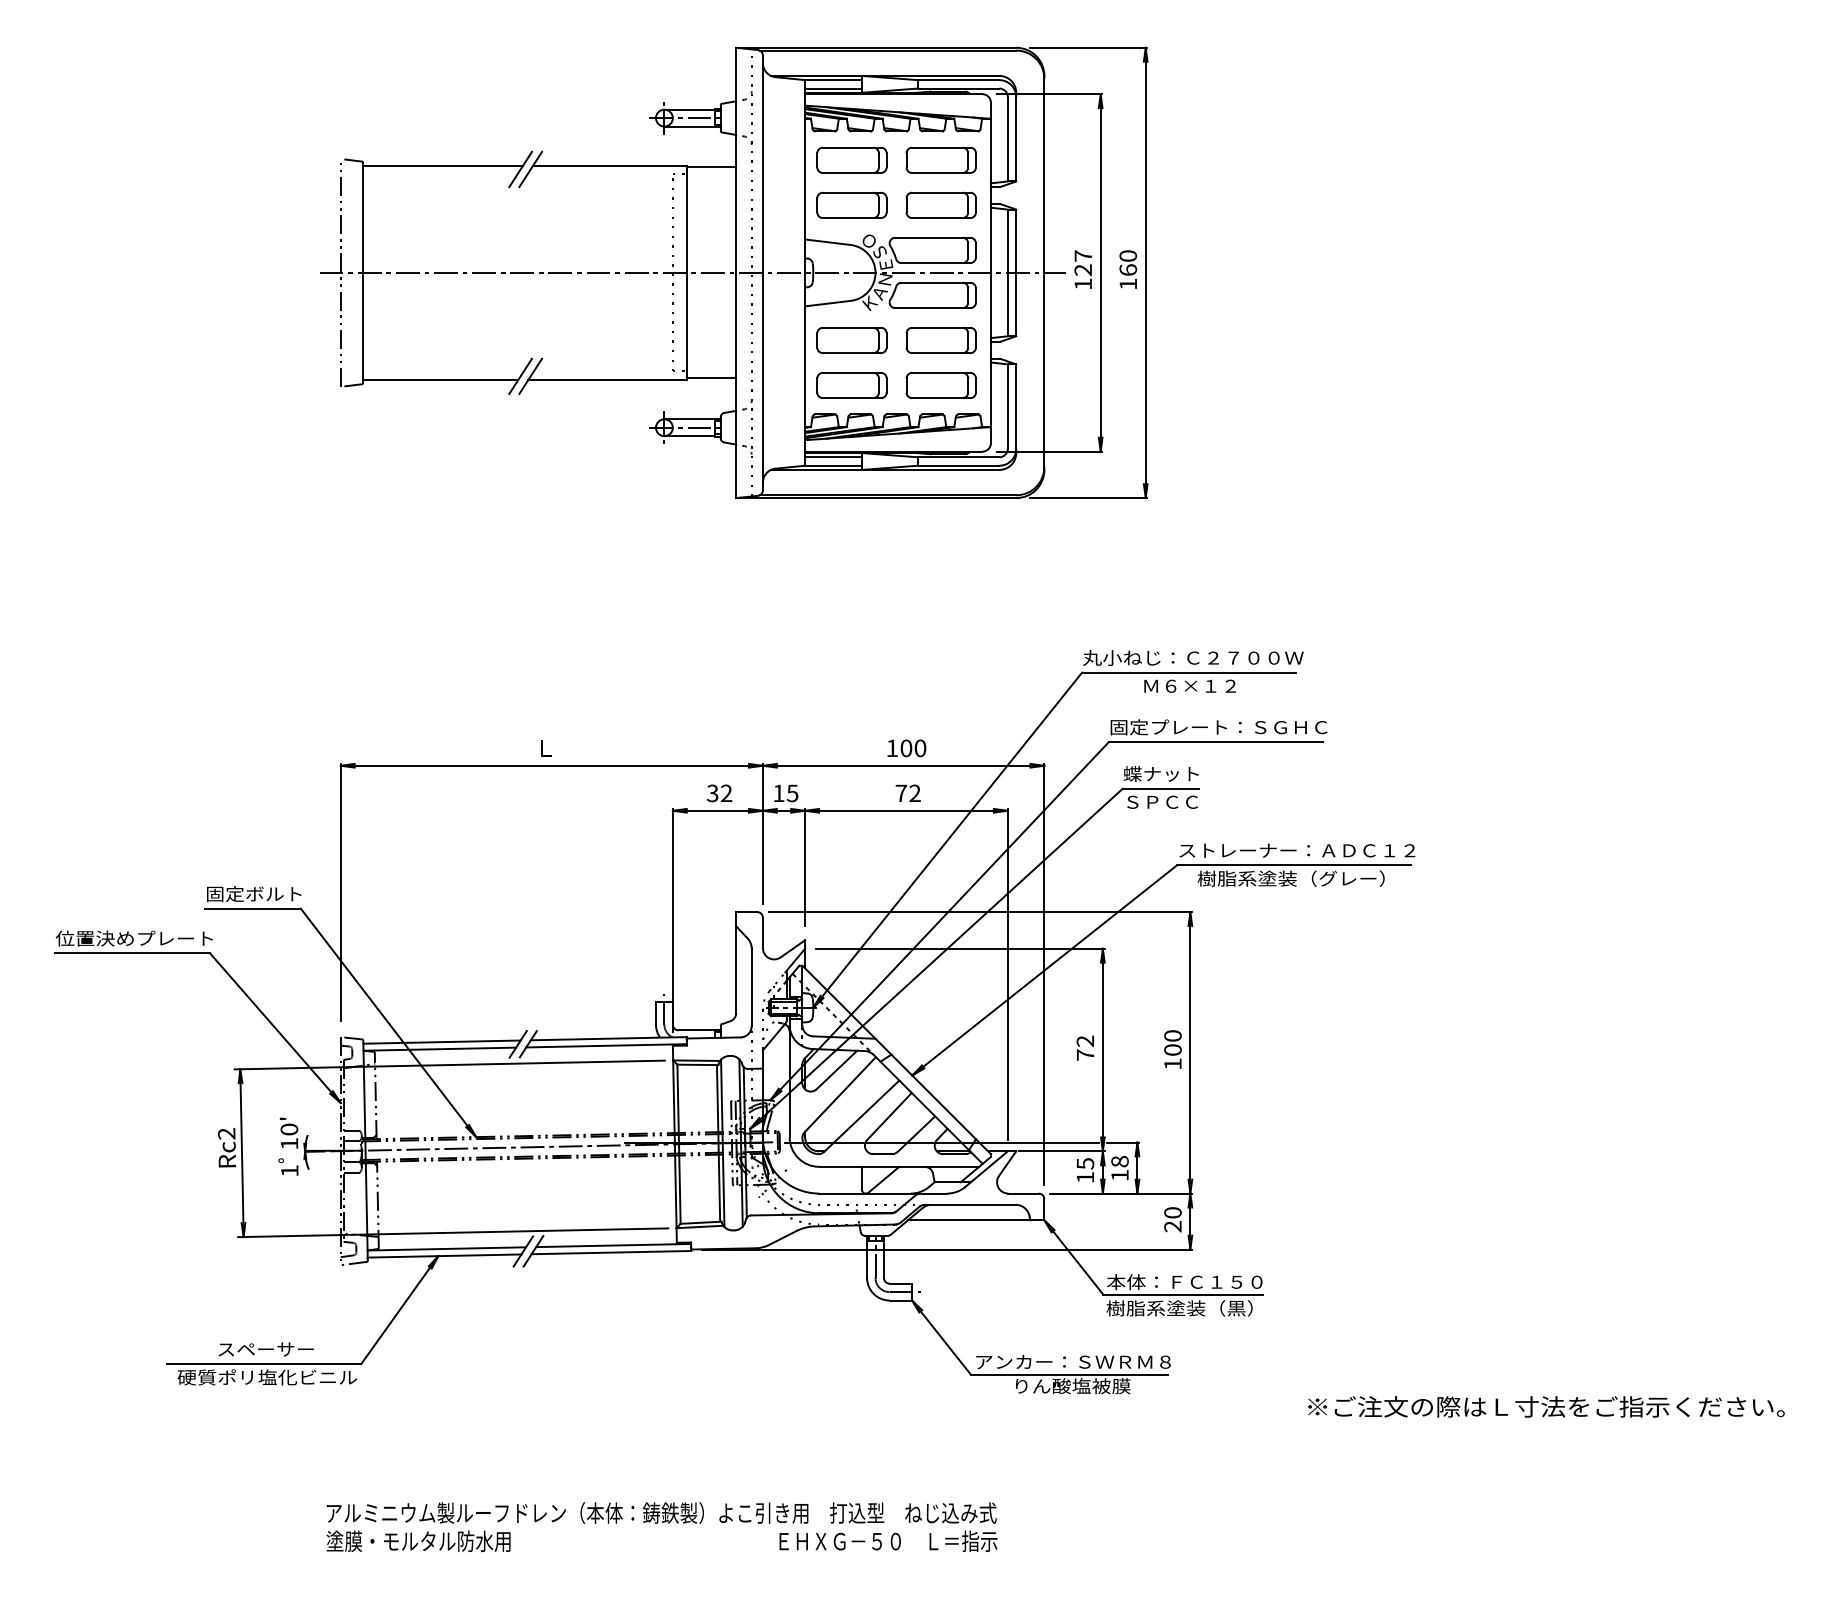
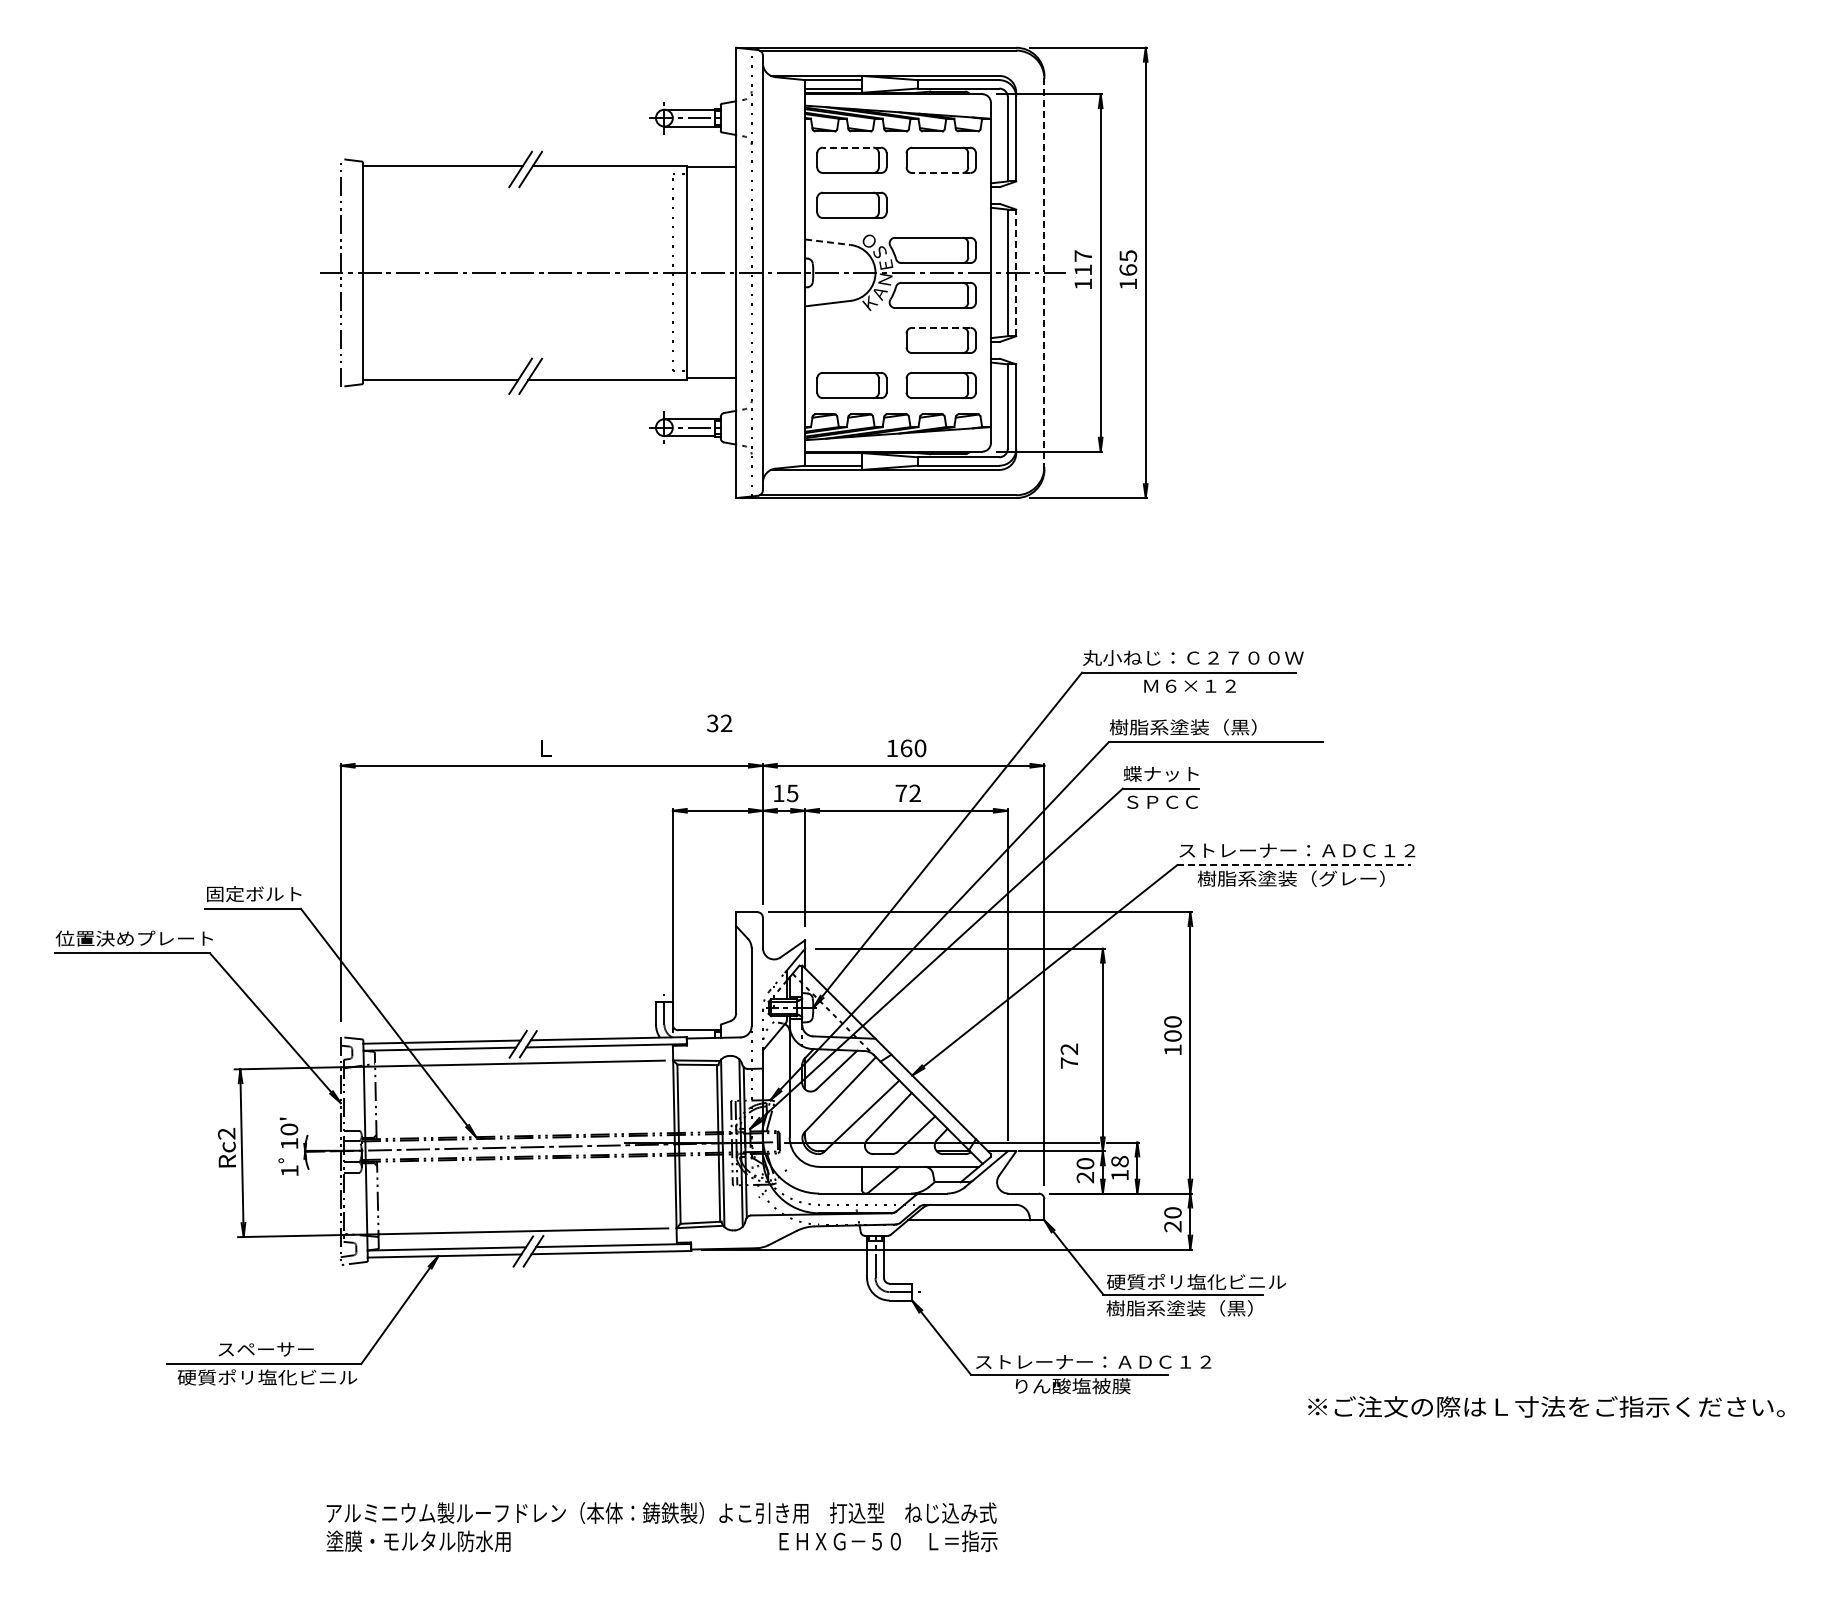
line at (851, 147): solid -> dashed
line at (940, 173): solid -> dashed
part at (940, 204): present -> none
line at (827, 242): solid -> dashed
text at (1128, 256): 160 -> 165
text at (1082, 269): 127 -> 117
line at (1016, 272): solid -> dashed
line at (1044, 272): solid -> dashed
line at (940, 327): solid -> dashed
part at (851, 340): present -> none
line at (833, 457): present -> none
text at (1218, 727): 固定プレート：ＳＧＨＣ -> 樹脂系塗装（黒）
text at (906, 748): 100 -> 160
text at (719, 793) position: (719, 793) -> (719, 723)
line at (1293, 865): solid -> dashed
text at (1084, 1047) position: (1084, 1047) -> (1068, 1055)
text at (1172, 1049) position: (1172, 1049) -> (1172, 1035)
text at (1085, 1170): 15 -> 20
text at (1196, 1282): 本体：ＦＣ１５０ -> 硬質ポリ塩化ビニル
text at (1093, 1361): アンカー：ＳＷＲＭ８ -> ストレーナー：ＡＤＣ１２
